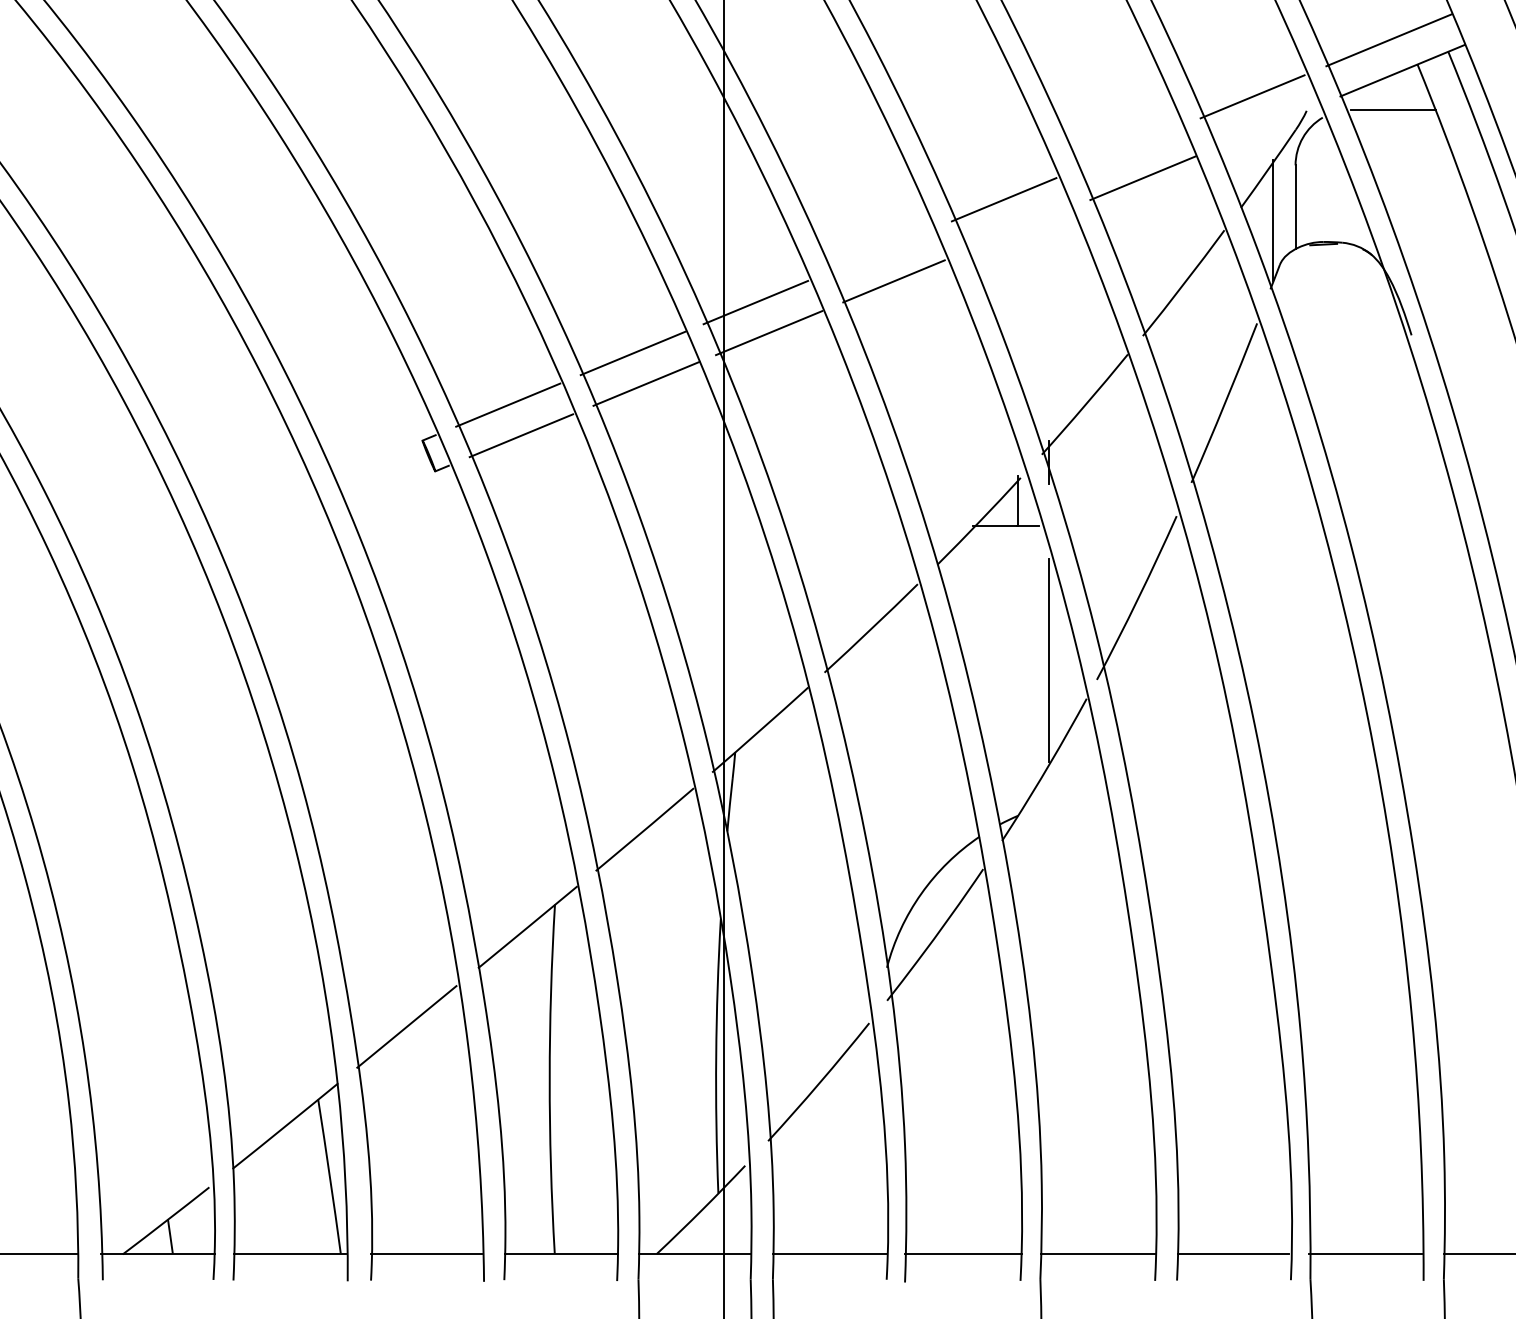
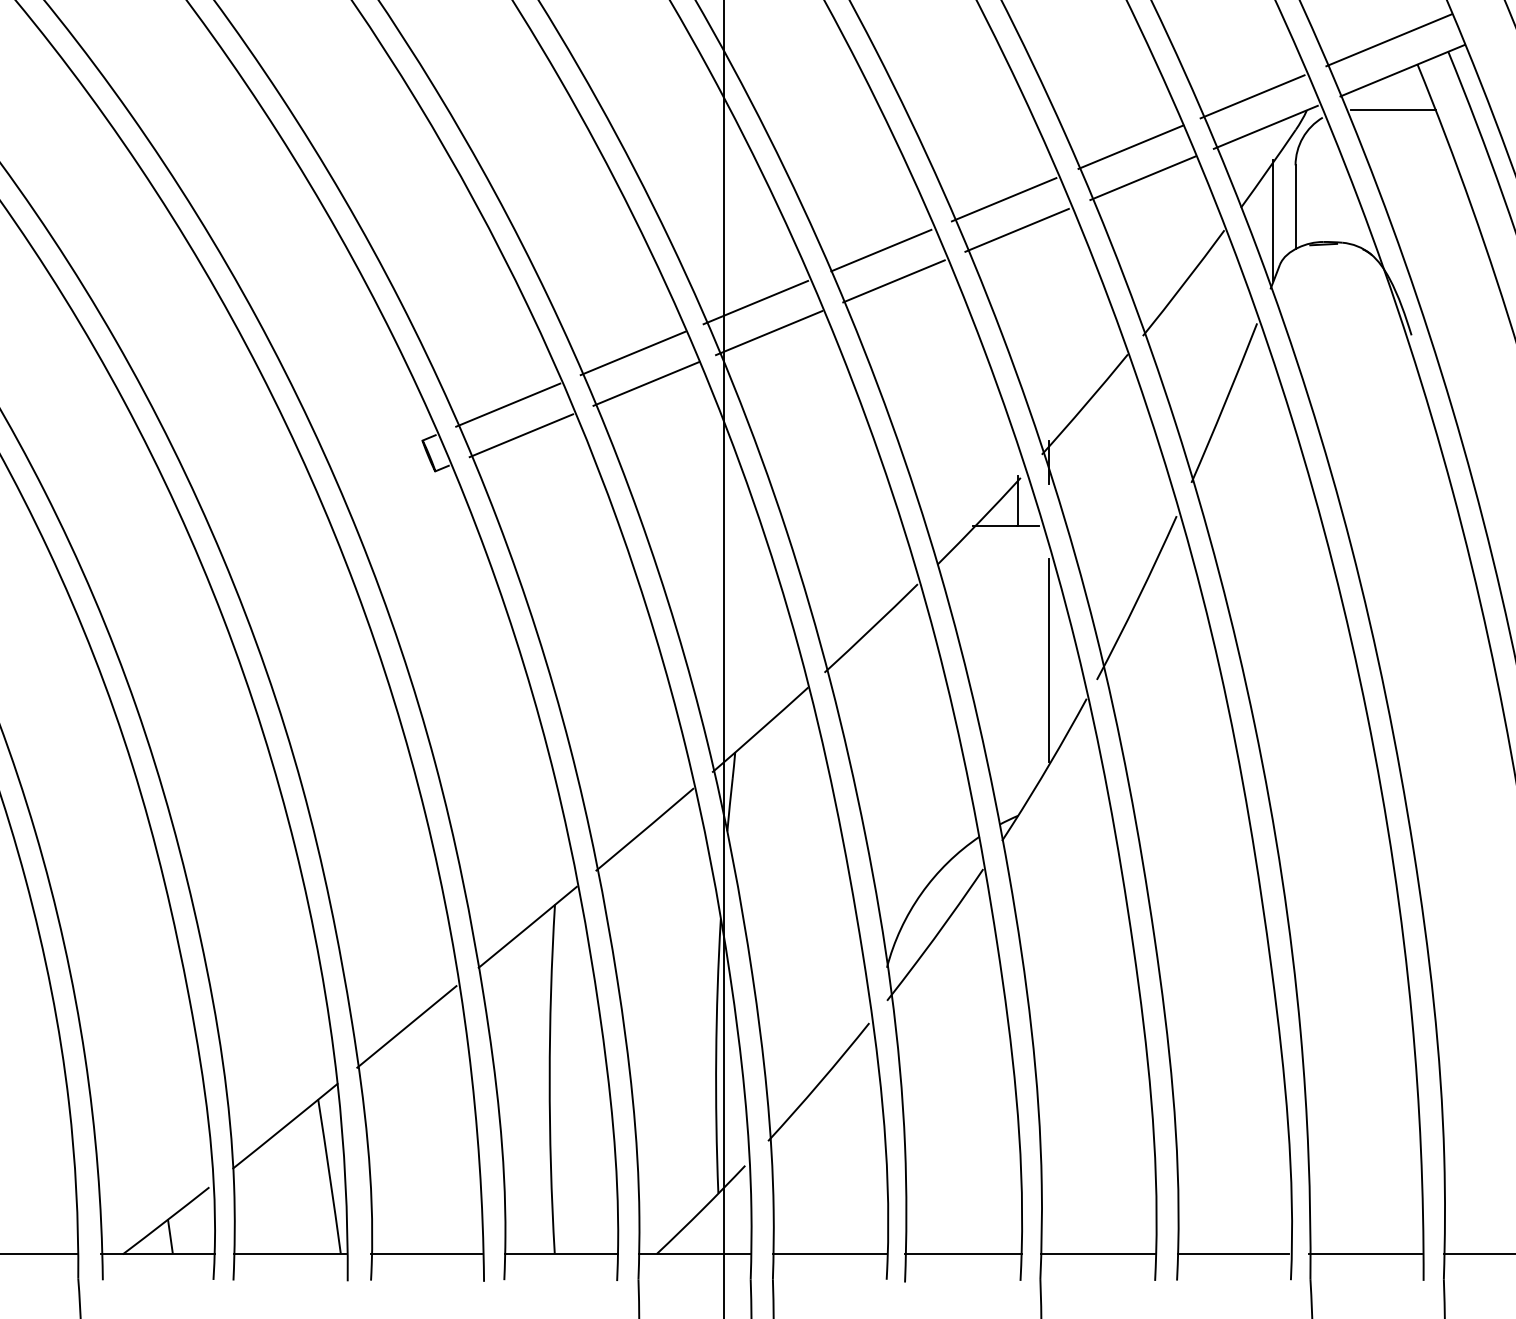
line at (1265, 126): none -> present
line at (1130, 146): none -> present
line at (1016, 229): none -> present
line at (881, 250): none -> present
